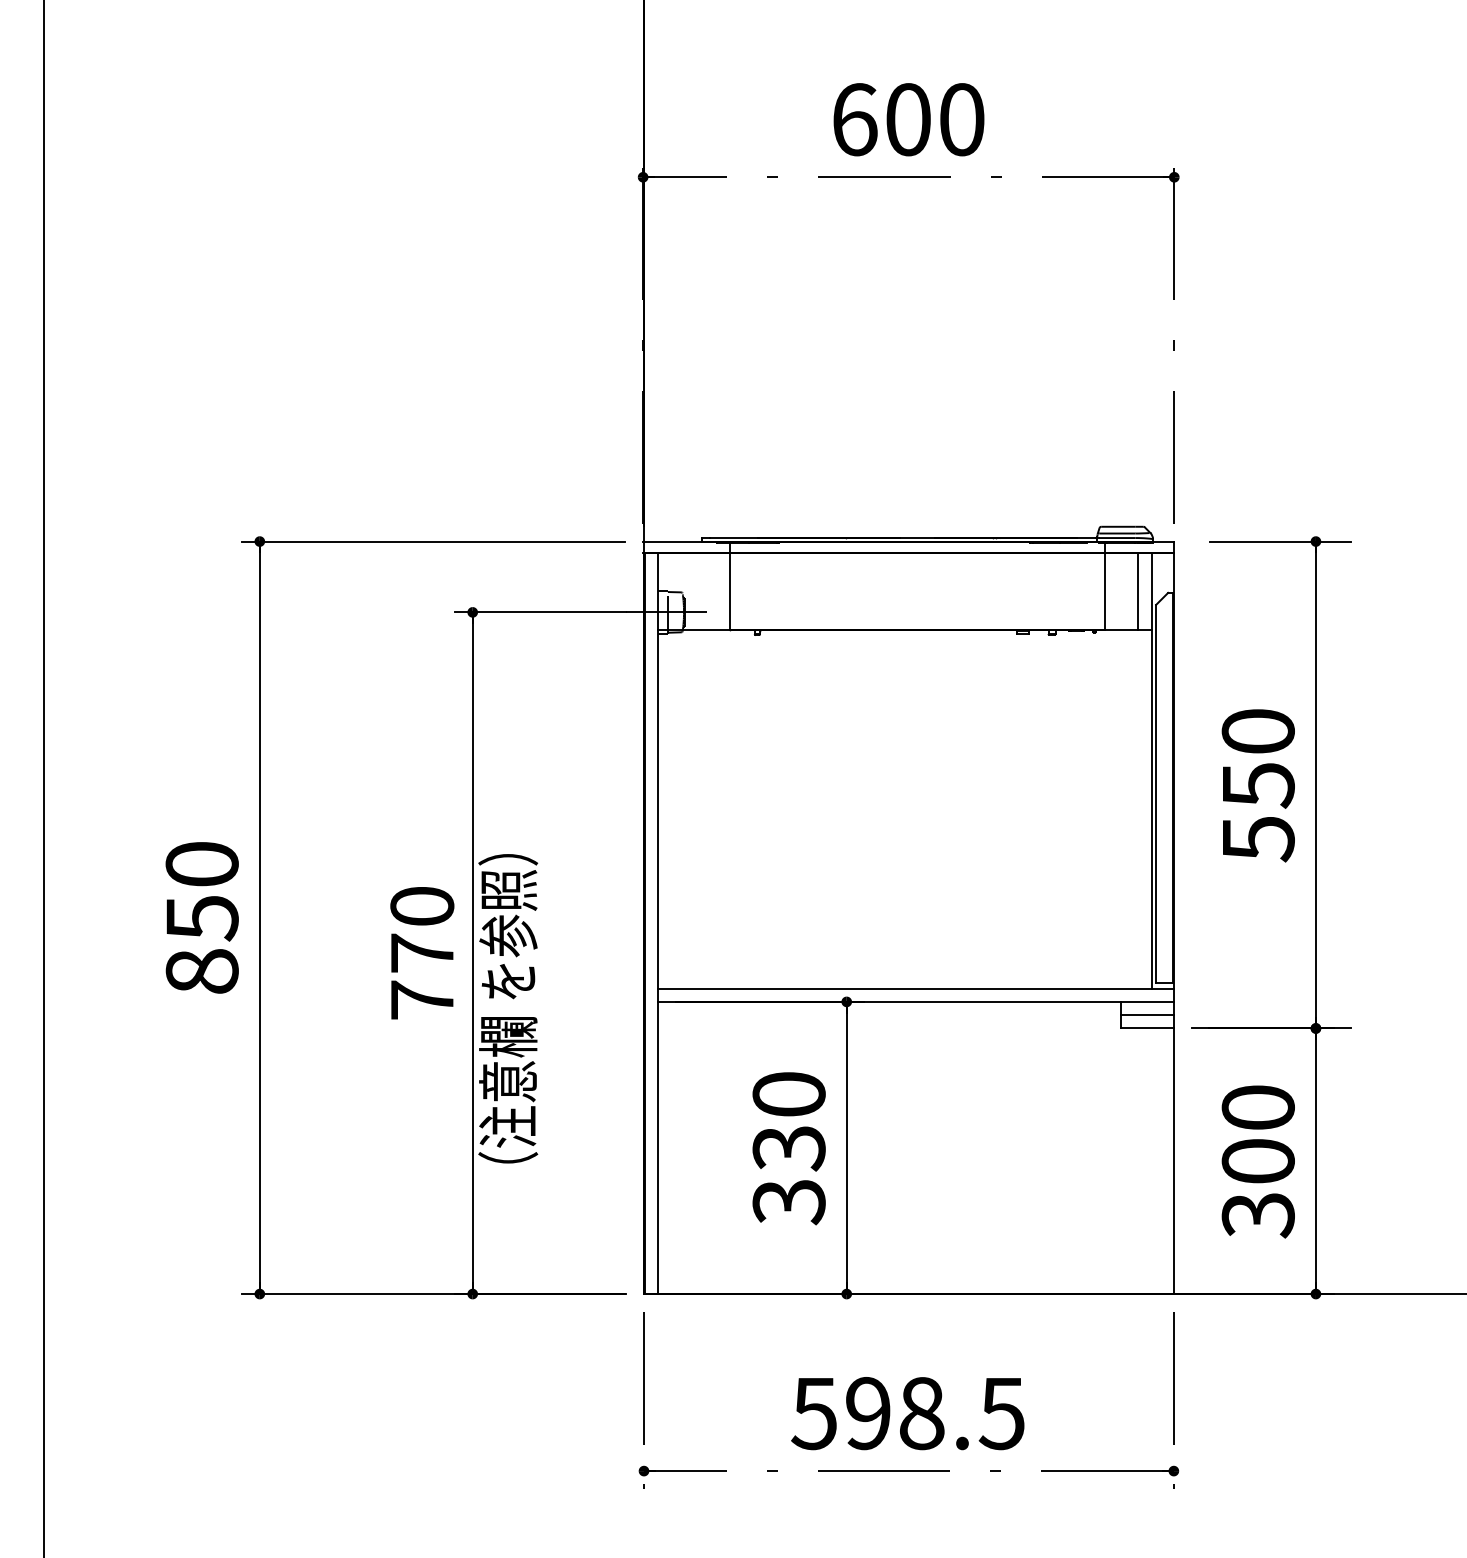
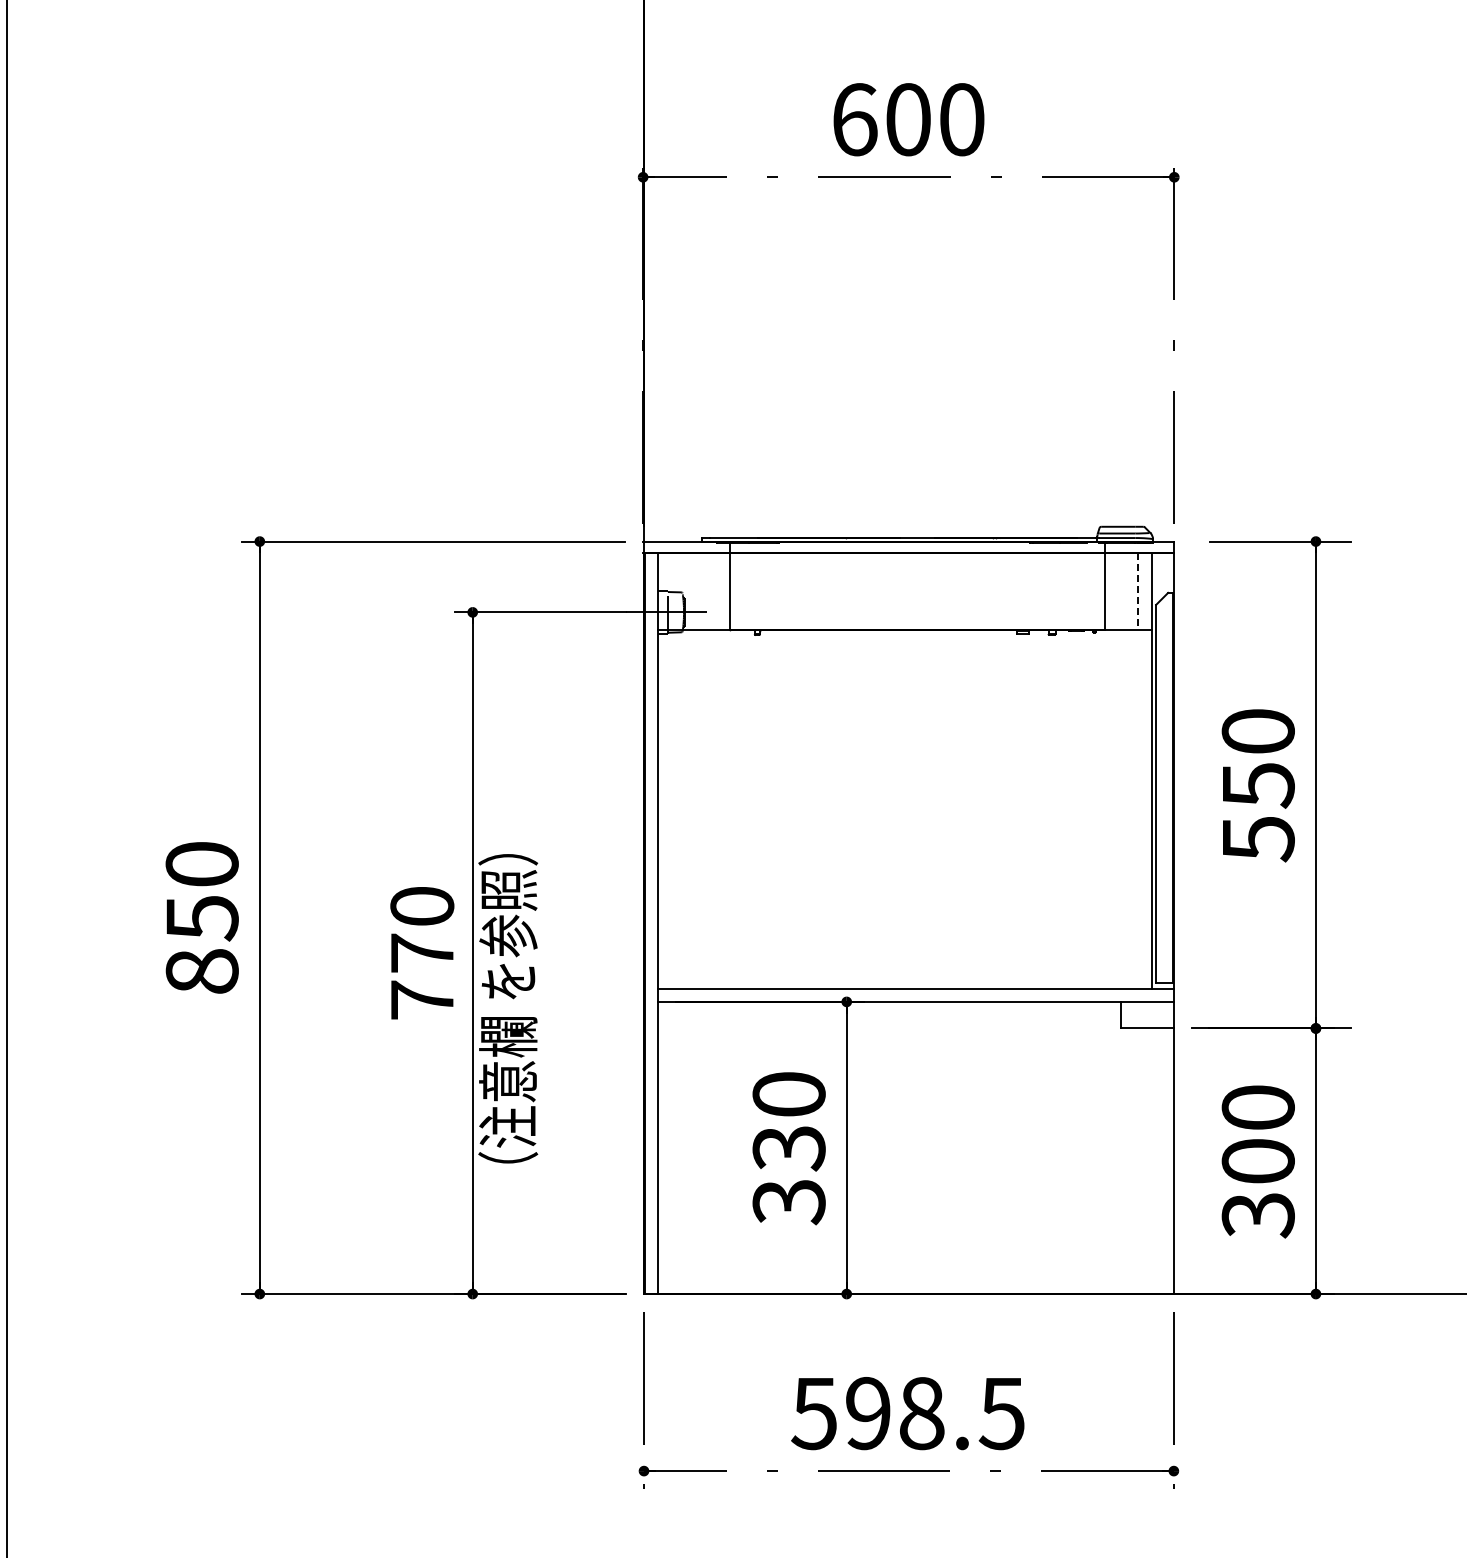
line at (1138, 592): solid -> dashed
line at (43, 778) position: (43, 778) -> (6, 778)
line at (1146, 1015): present -> none
